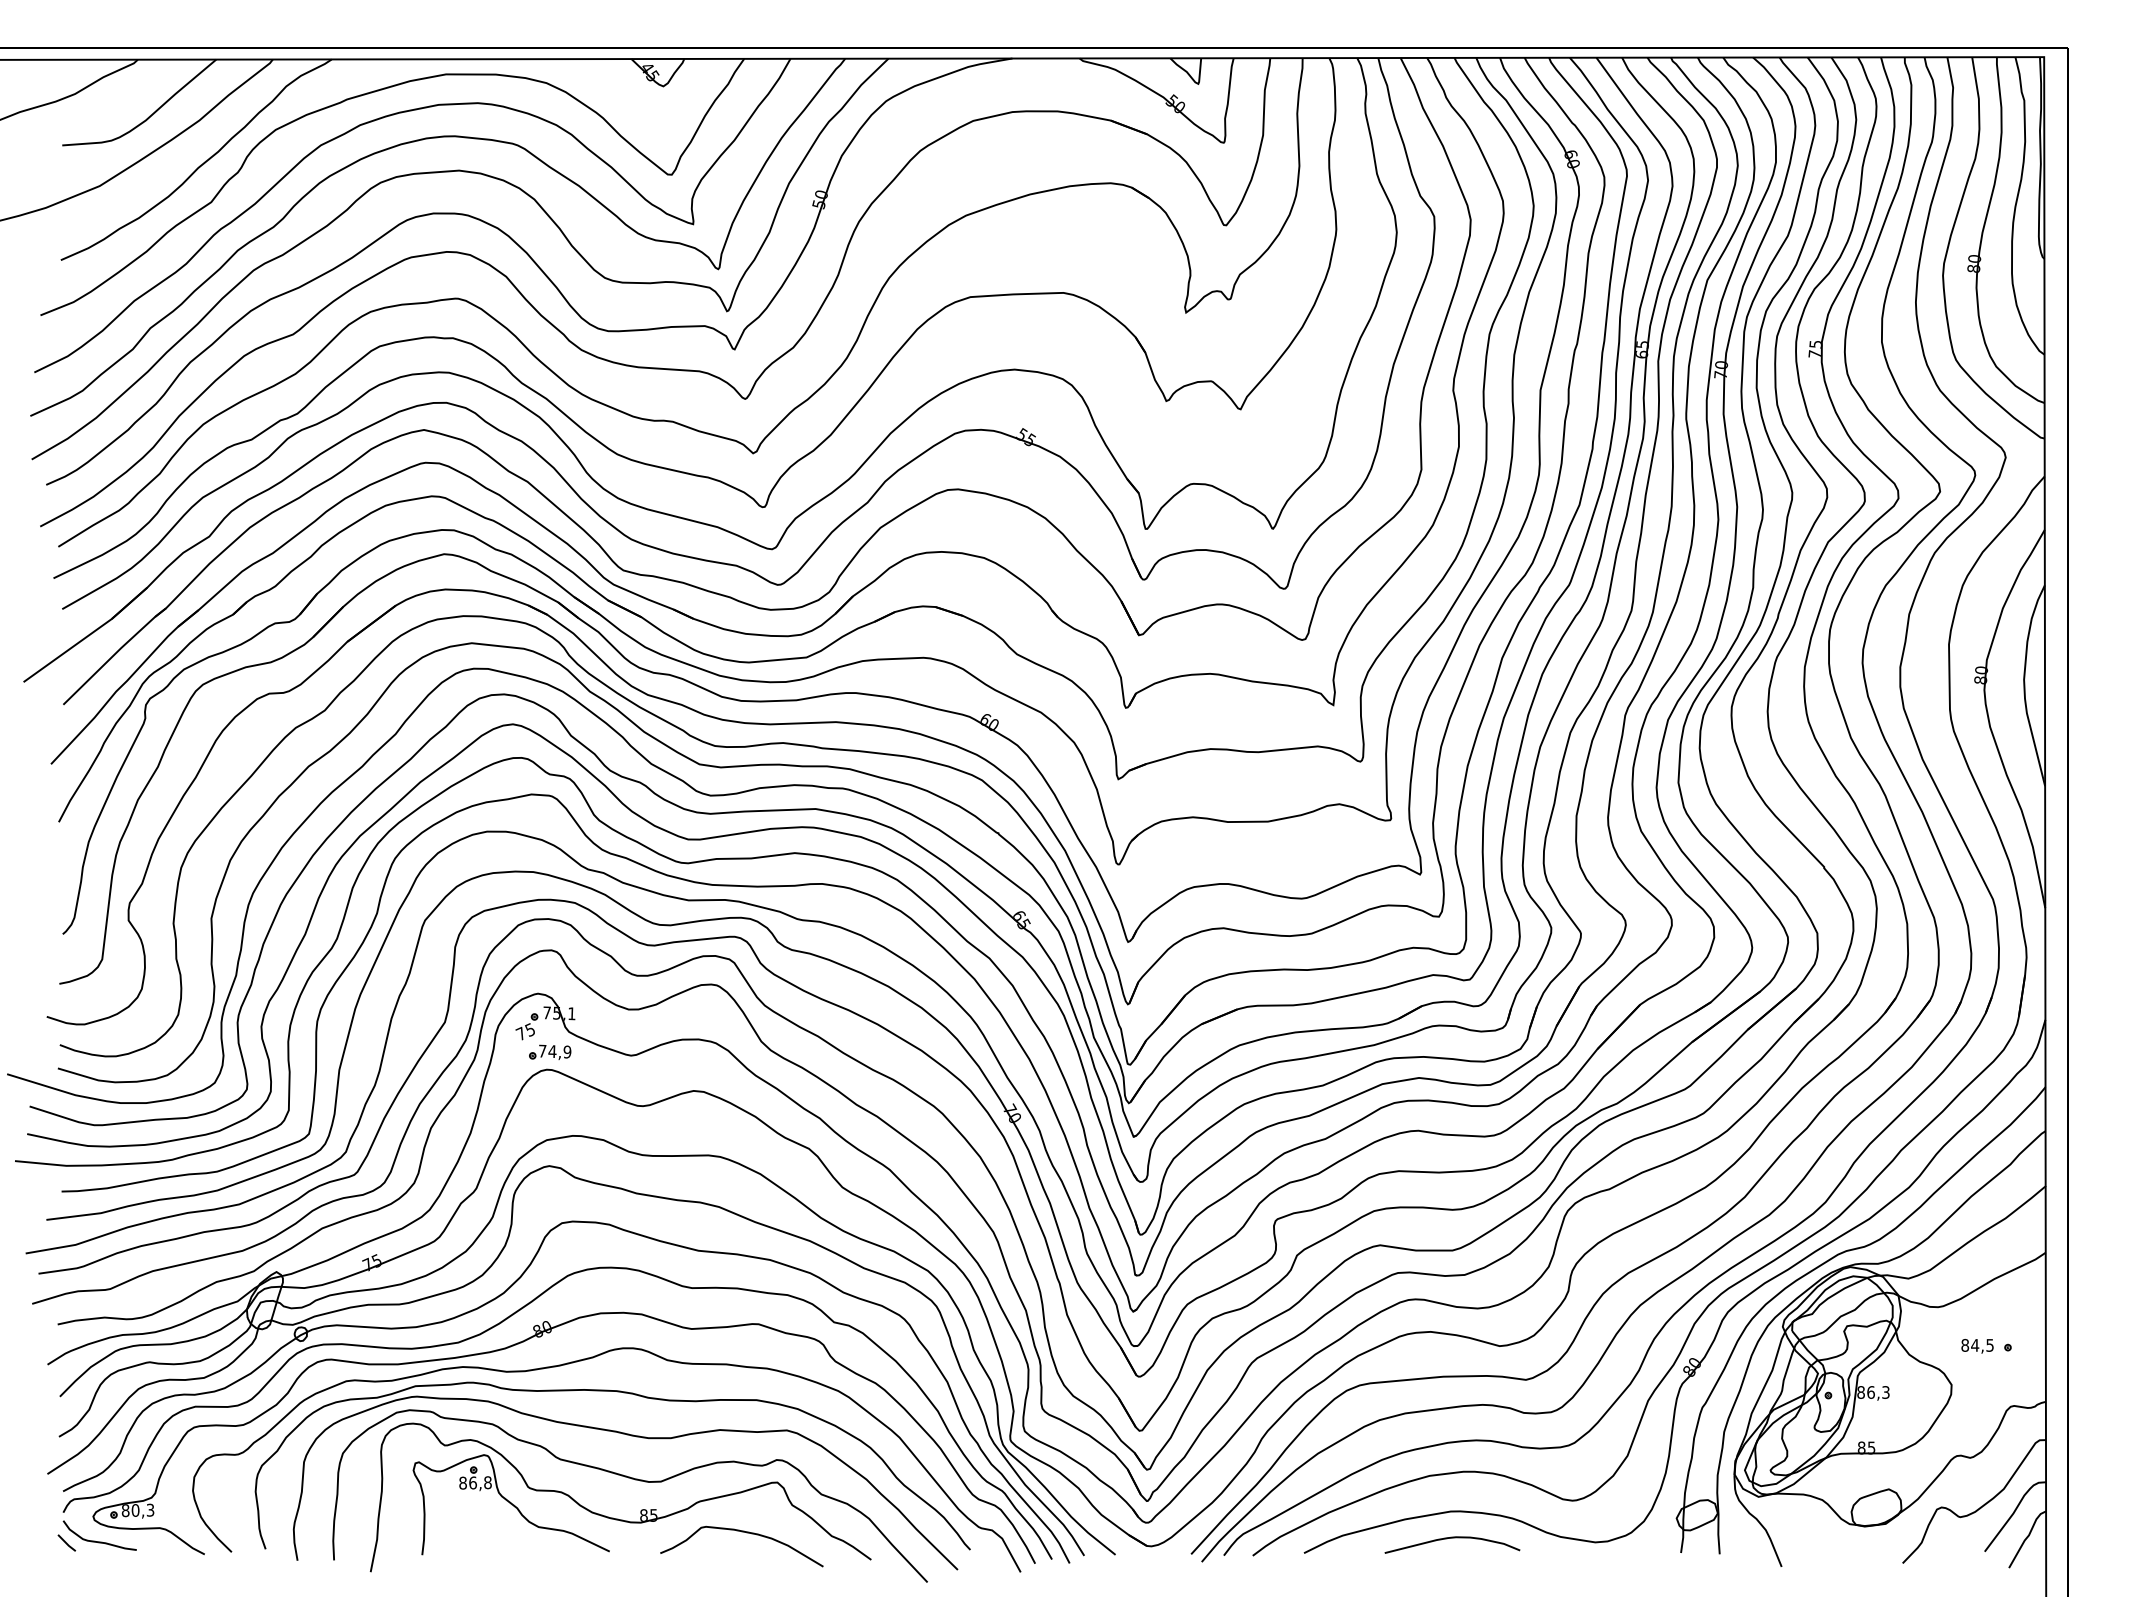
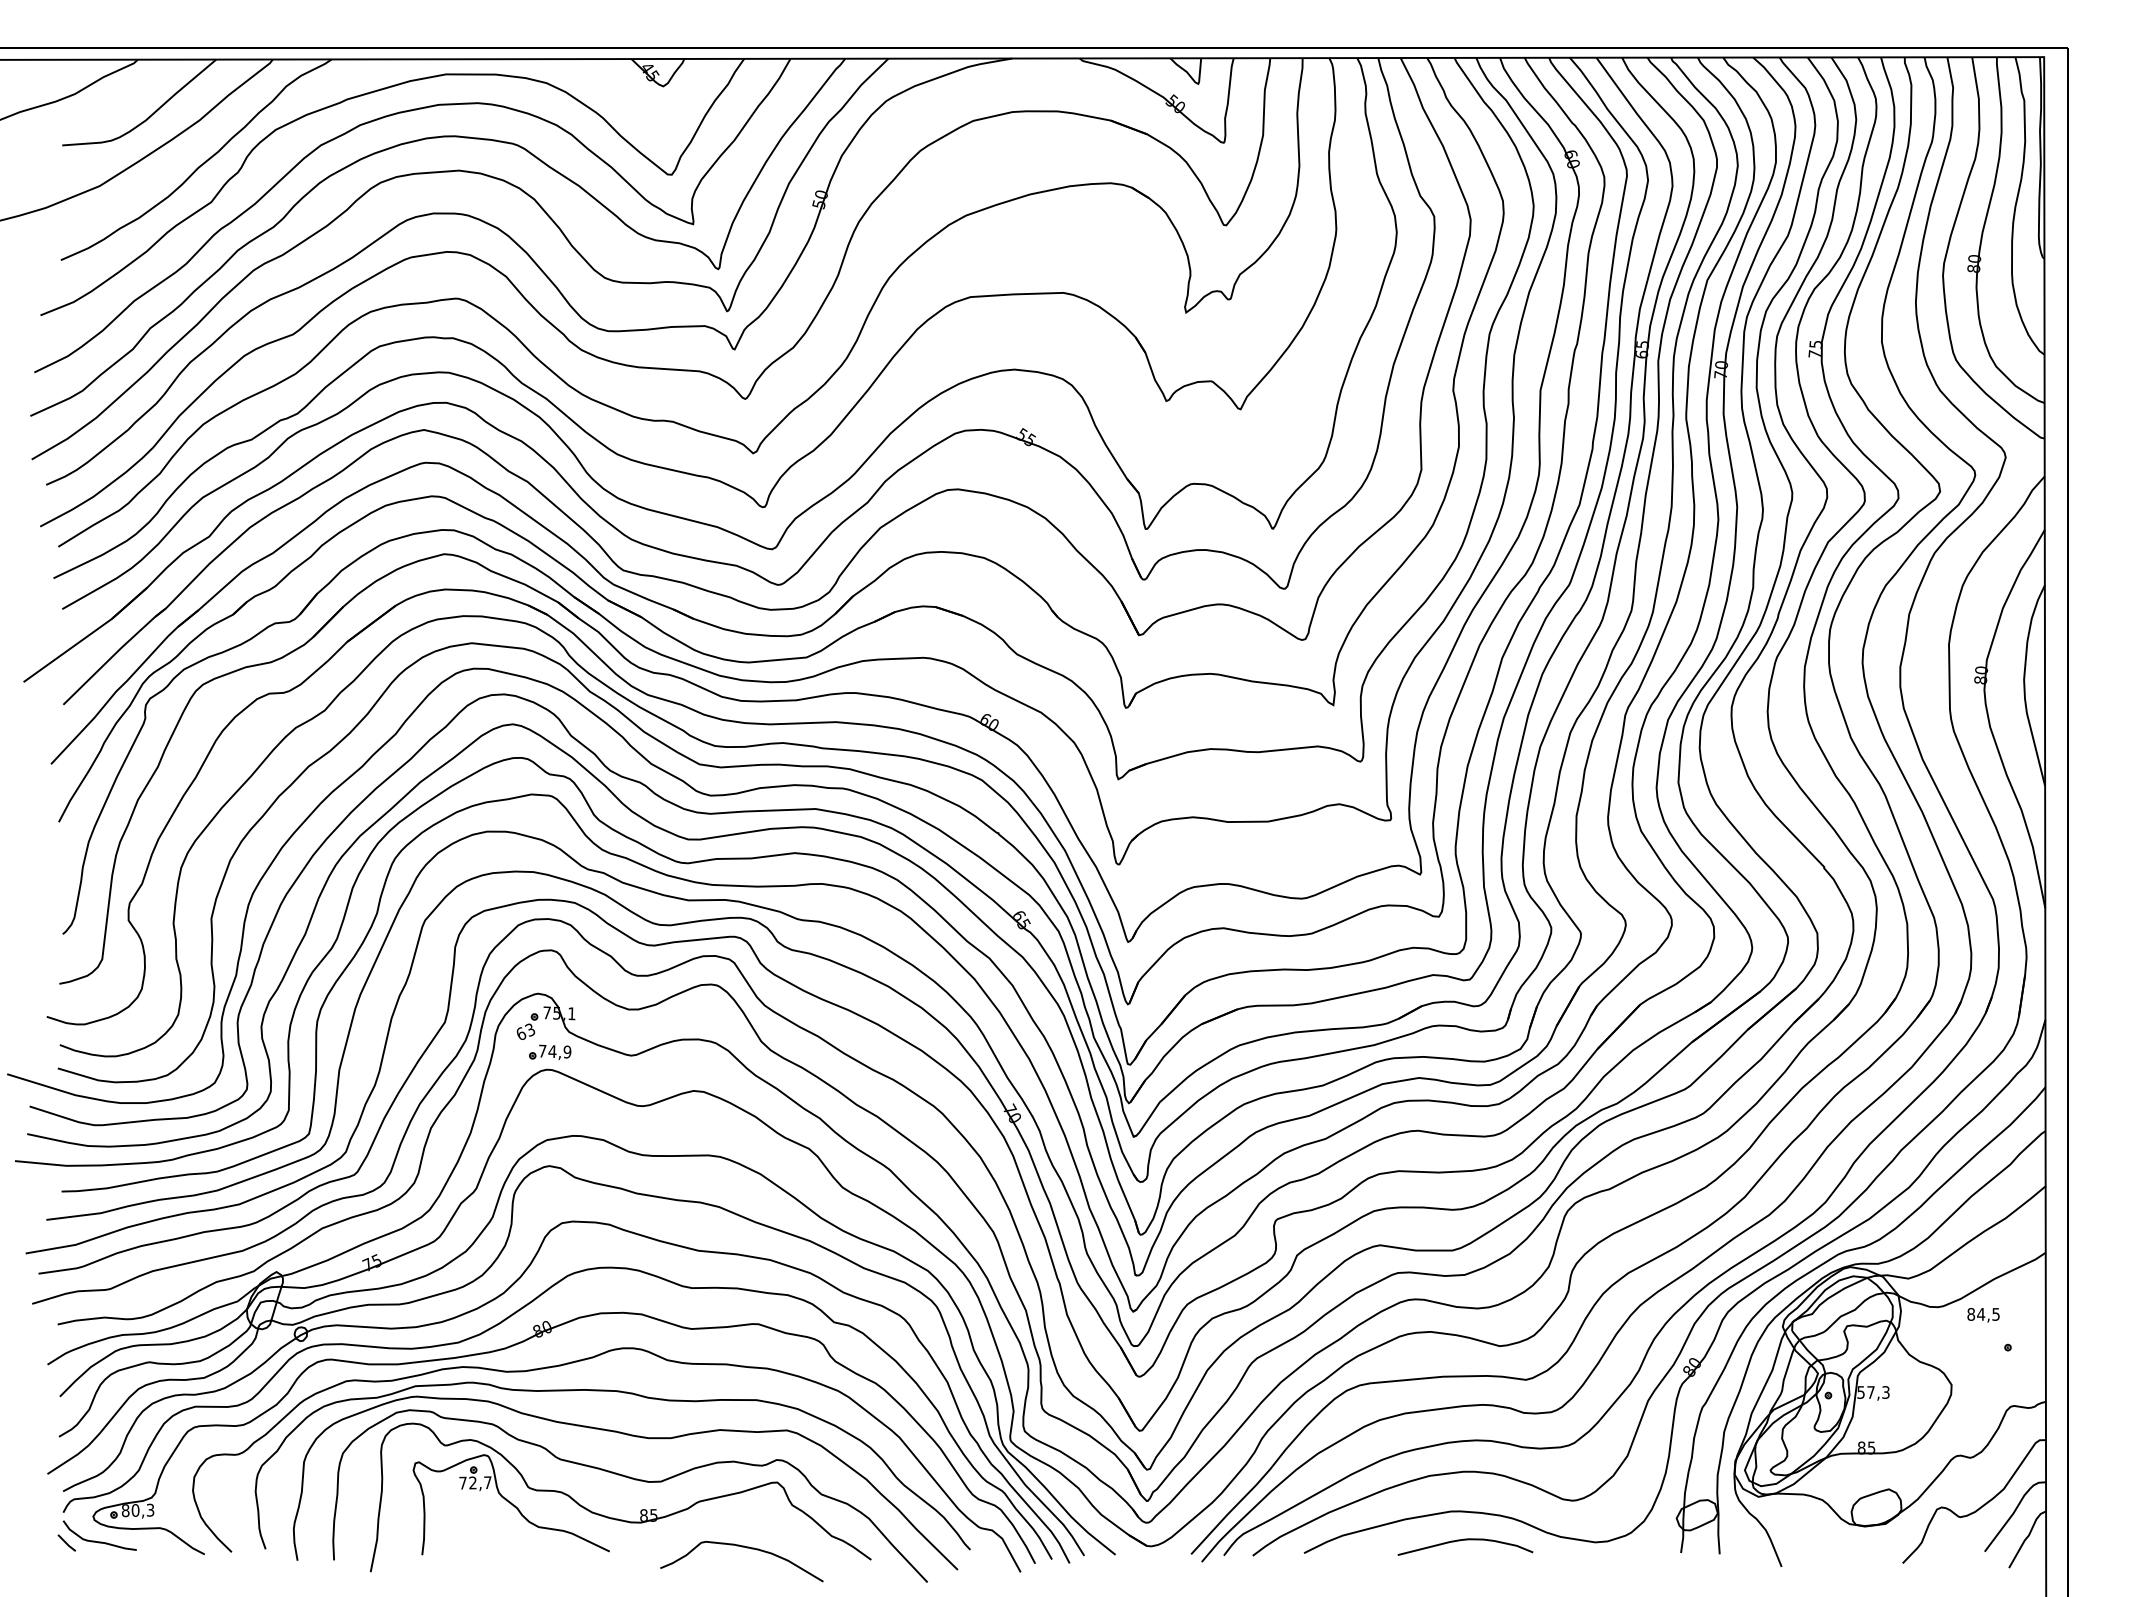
text at (525, 1031): 75 -> 63
text at (1977, 1346) position: (1977, 1346) -> (1983, 1315)
text at (1865, 1392): 86,3 -> 57,3
text at (475, 1482): 86,8 -> 72,7
curve at (746, 1533) position: (746, 1533) -> (746, 1548)
curve at (1452, 1538) position: (1452, 1538) -> (1465, 1540)
